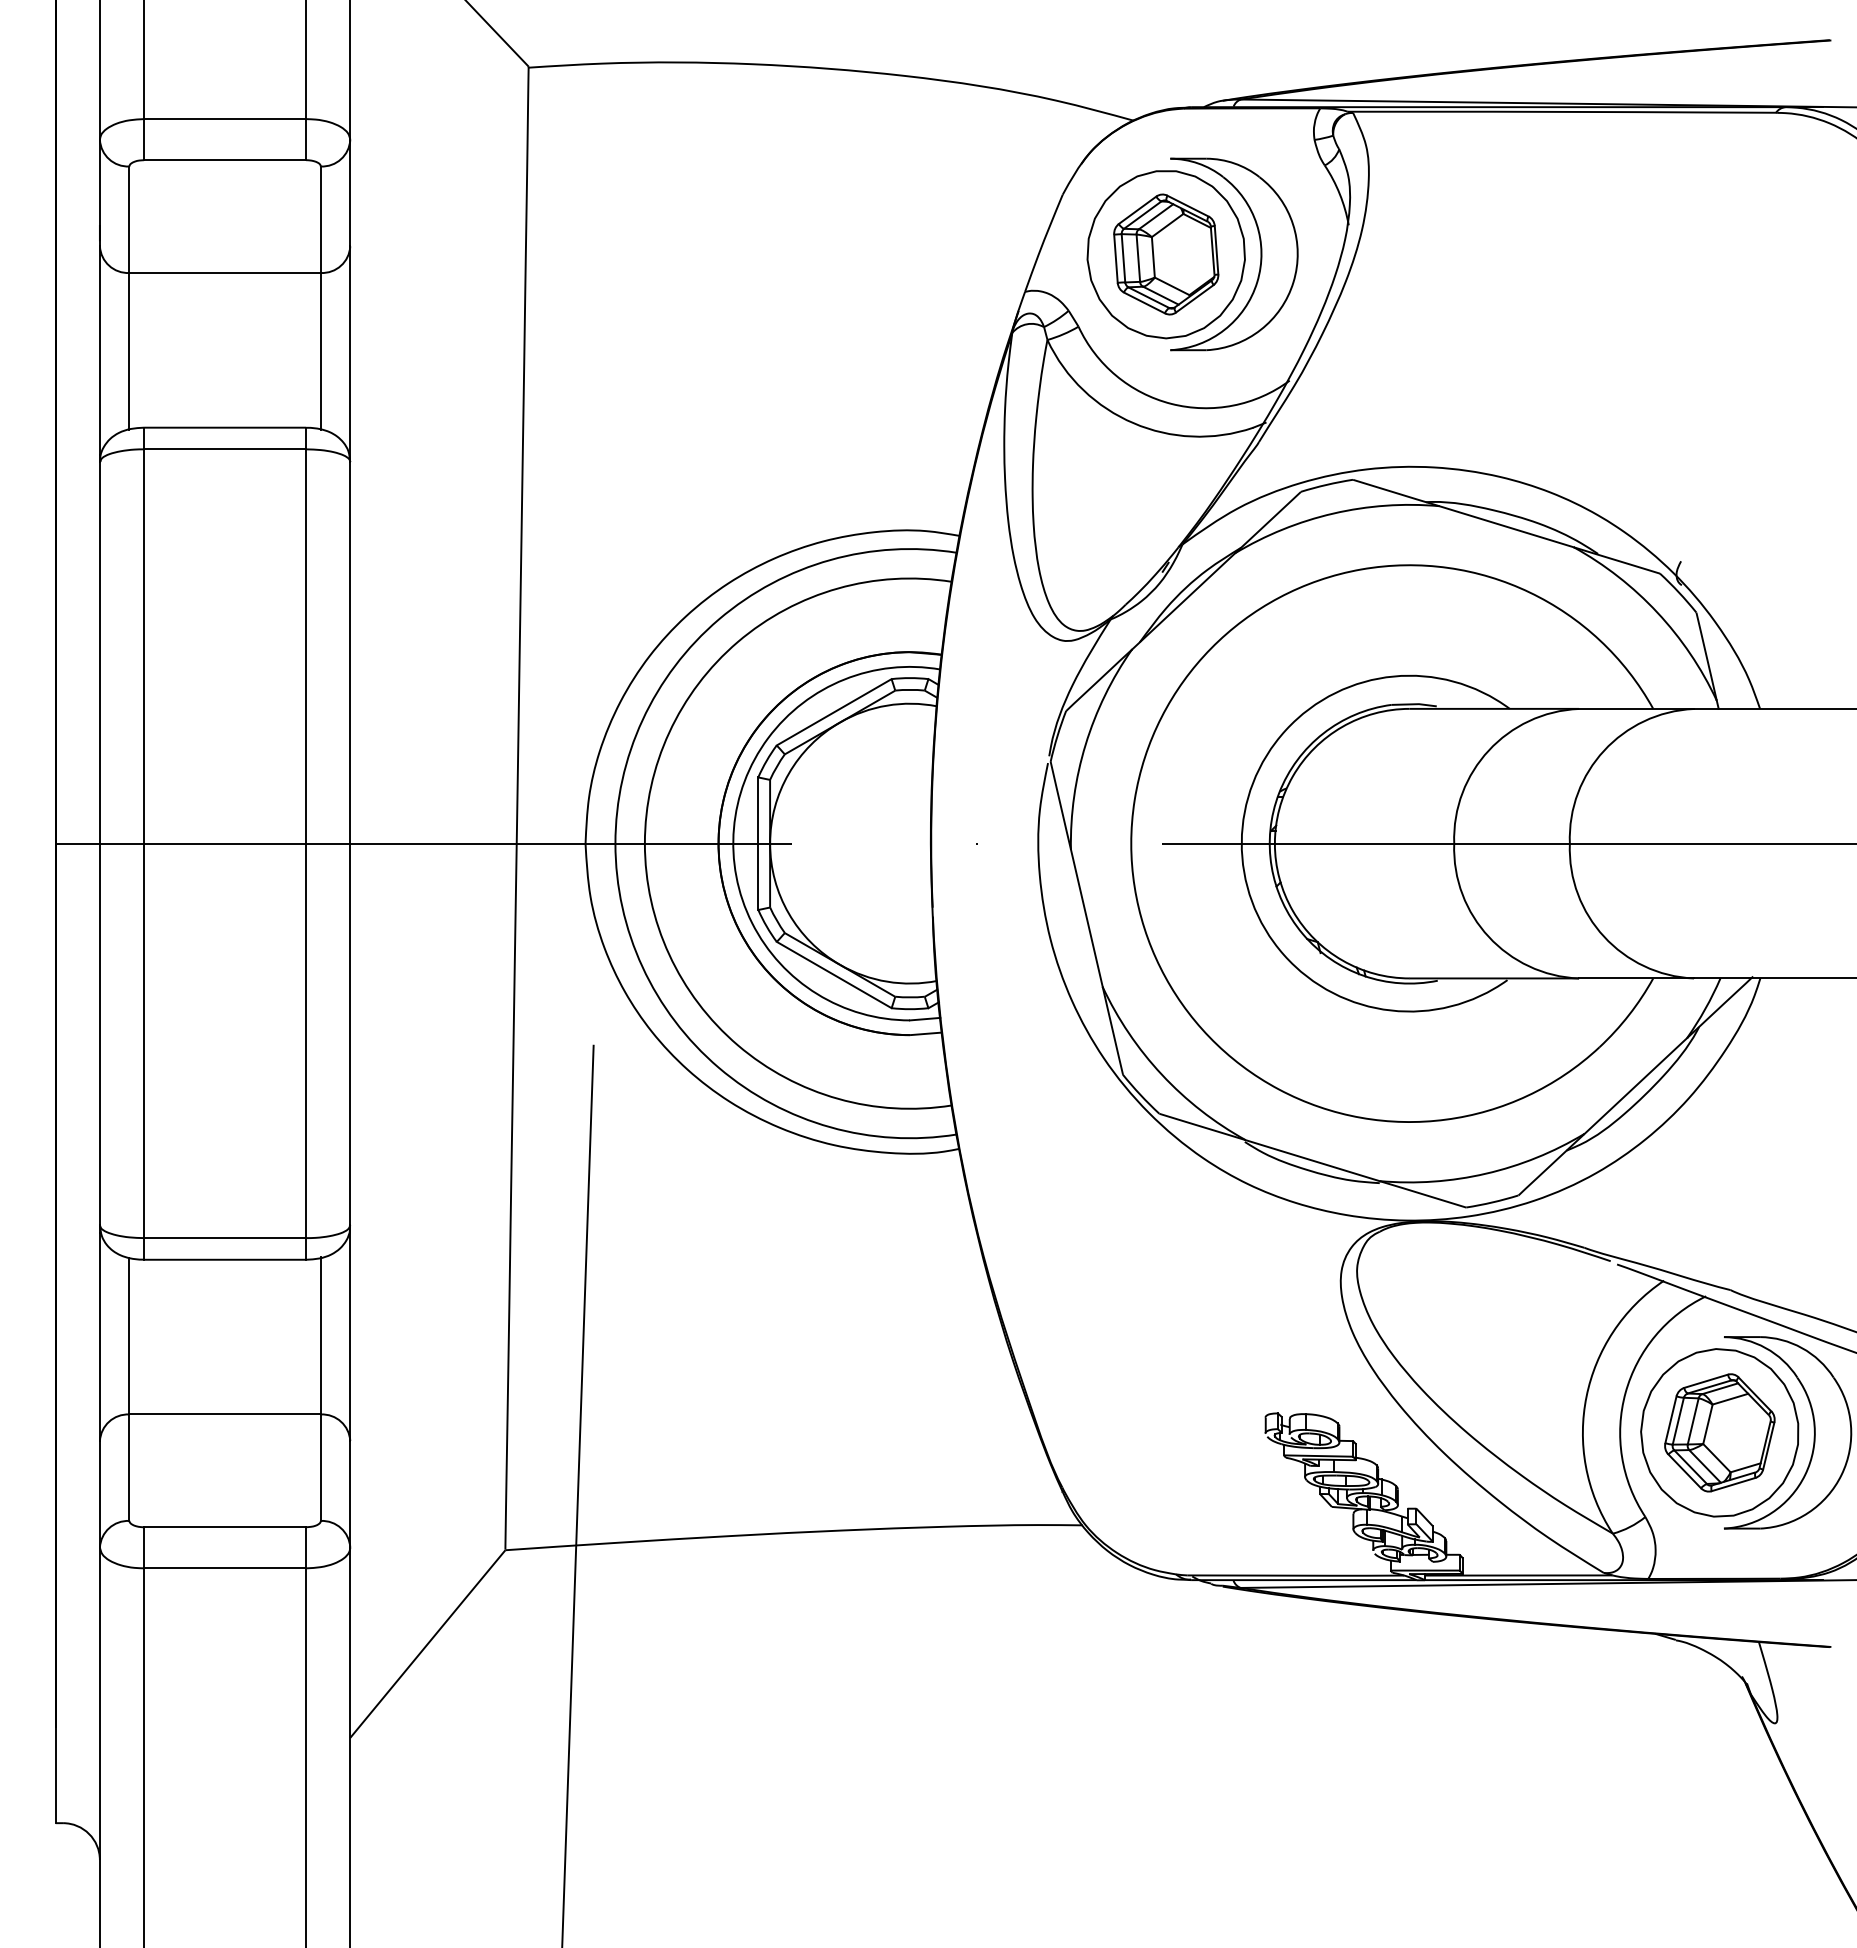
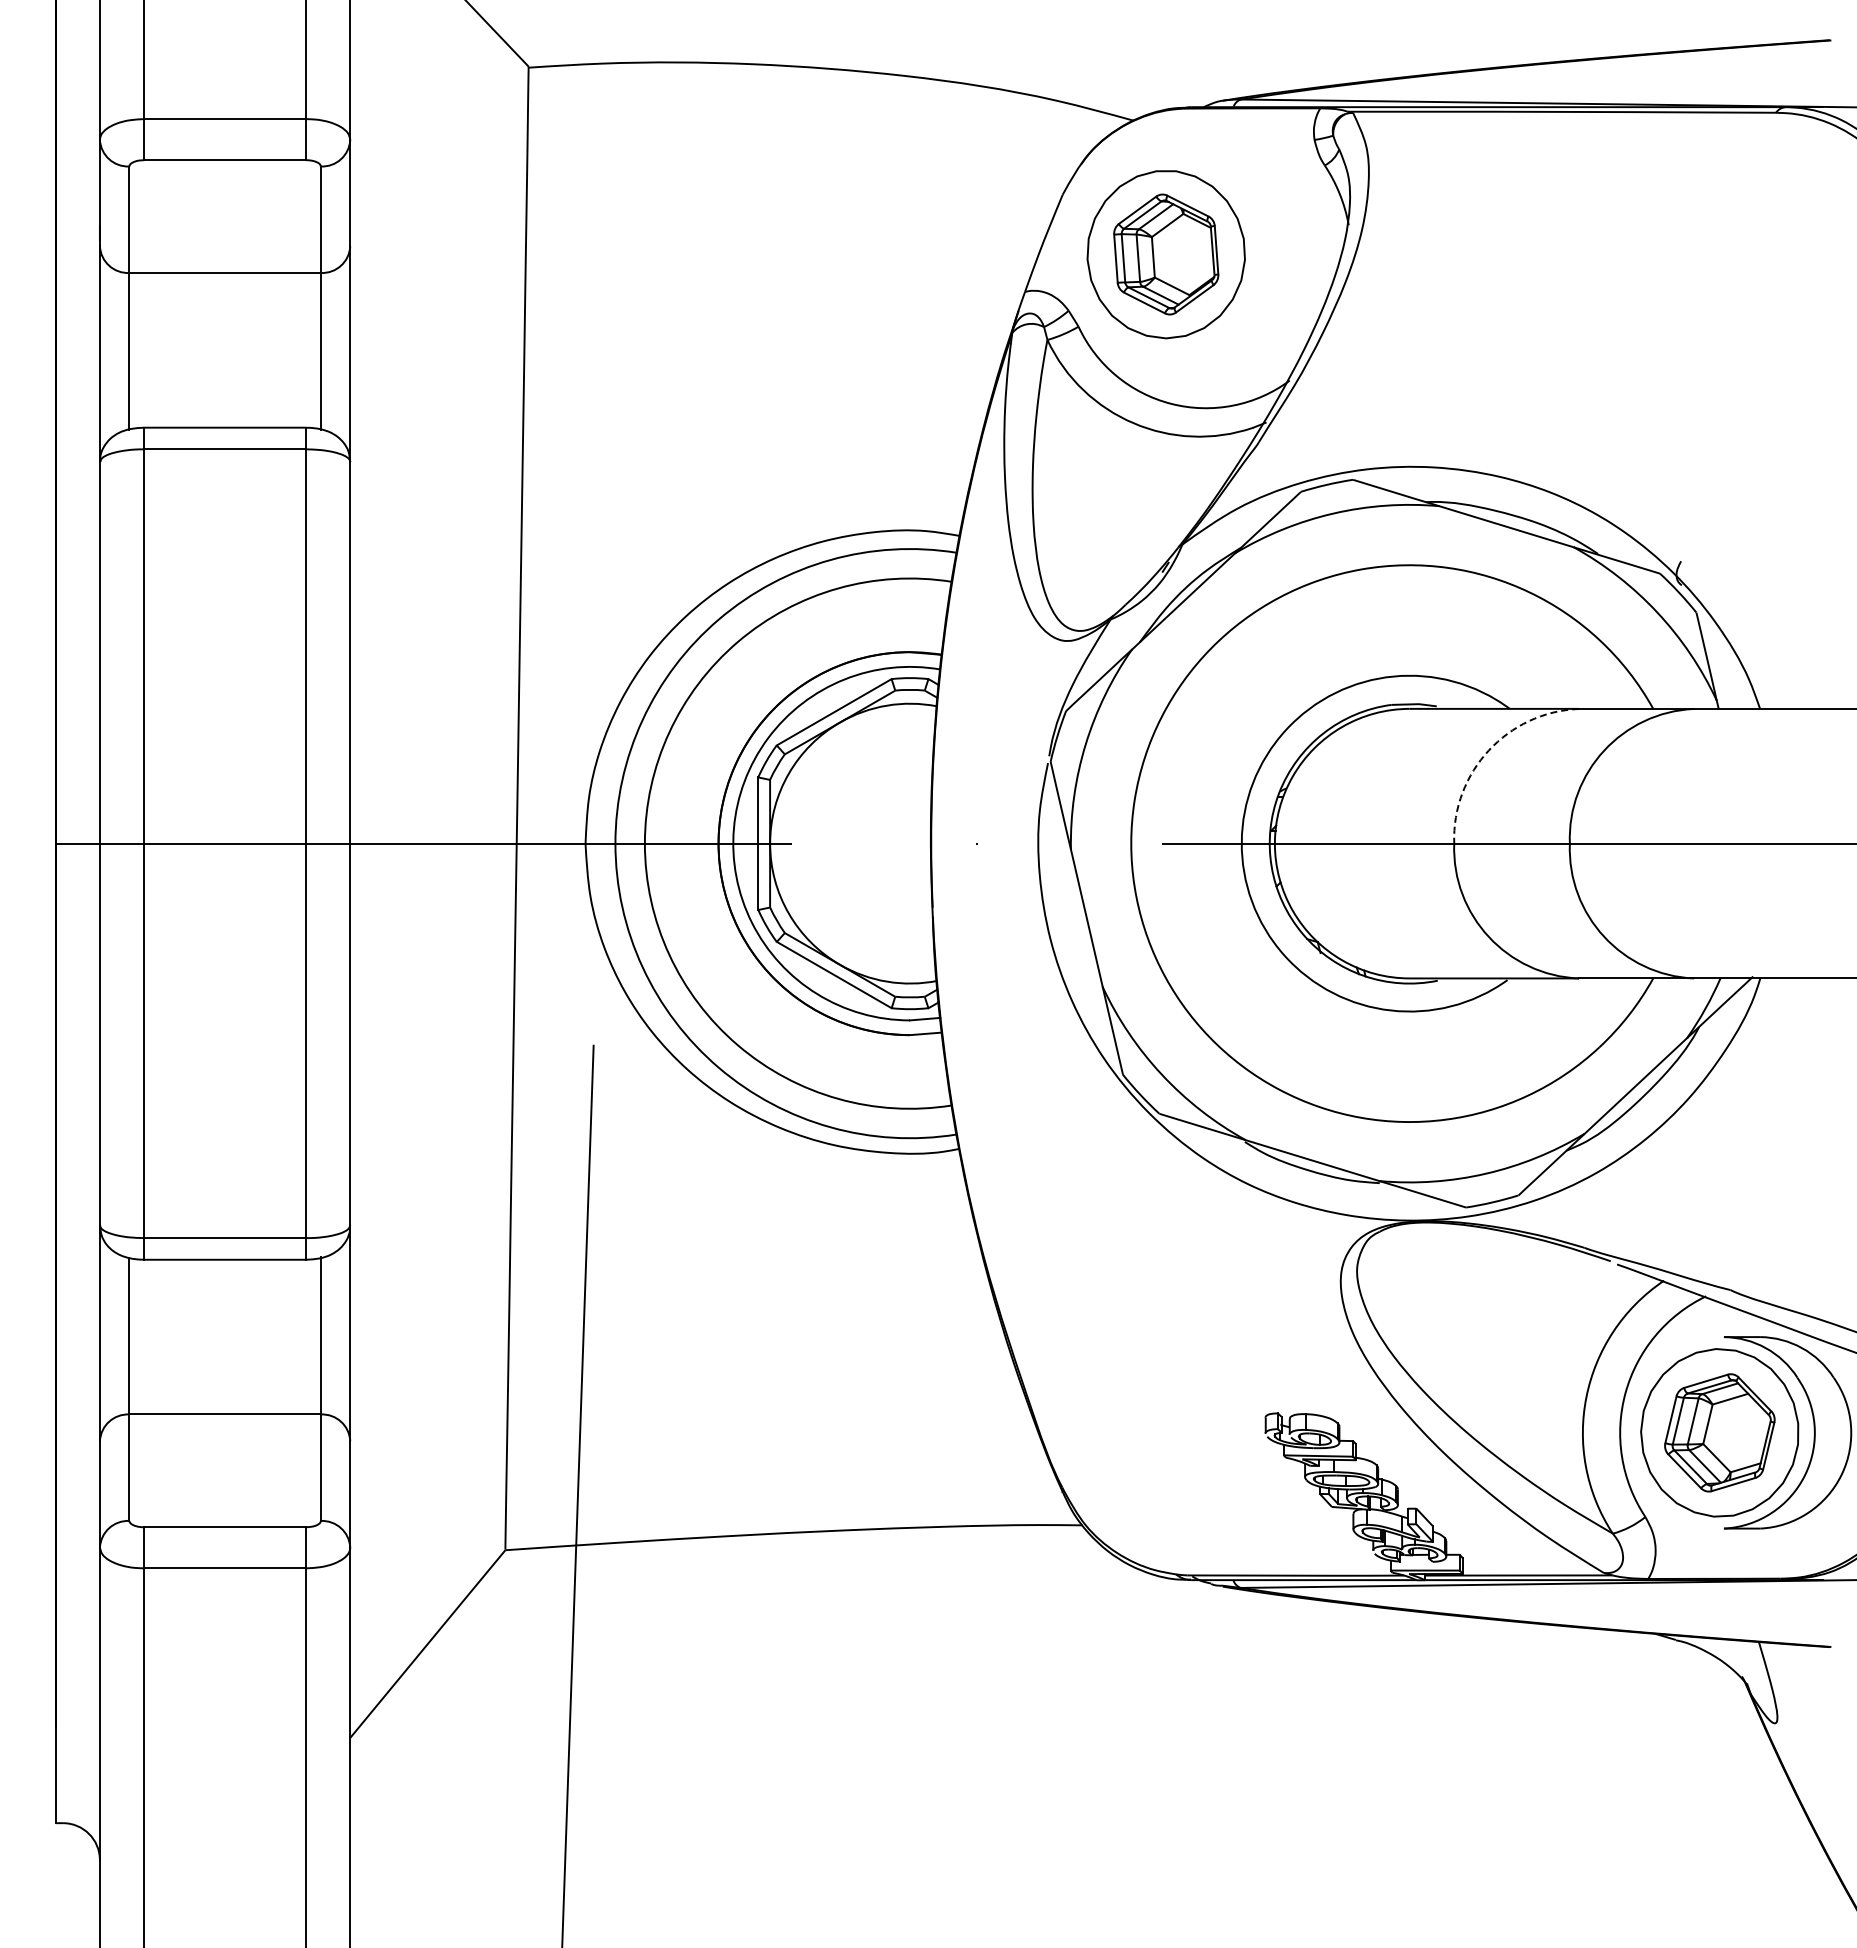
part at (1260, 254): present -> none
arc at (1488, 750): solid -> dashed
